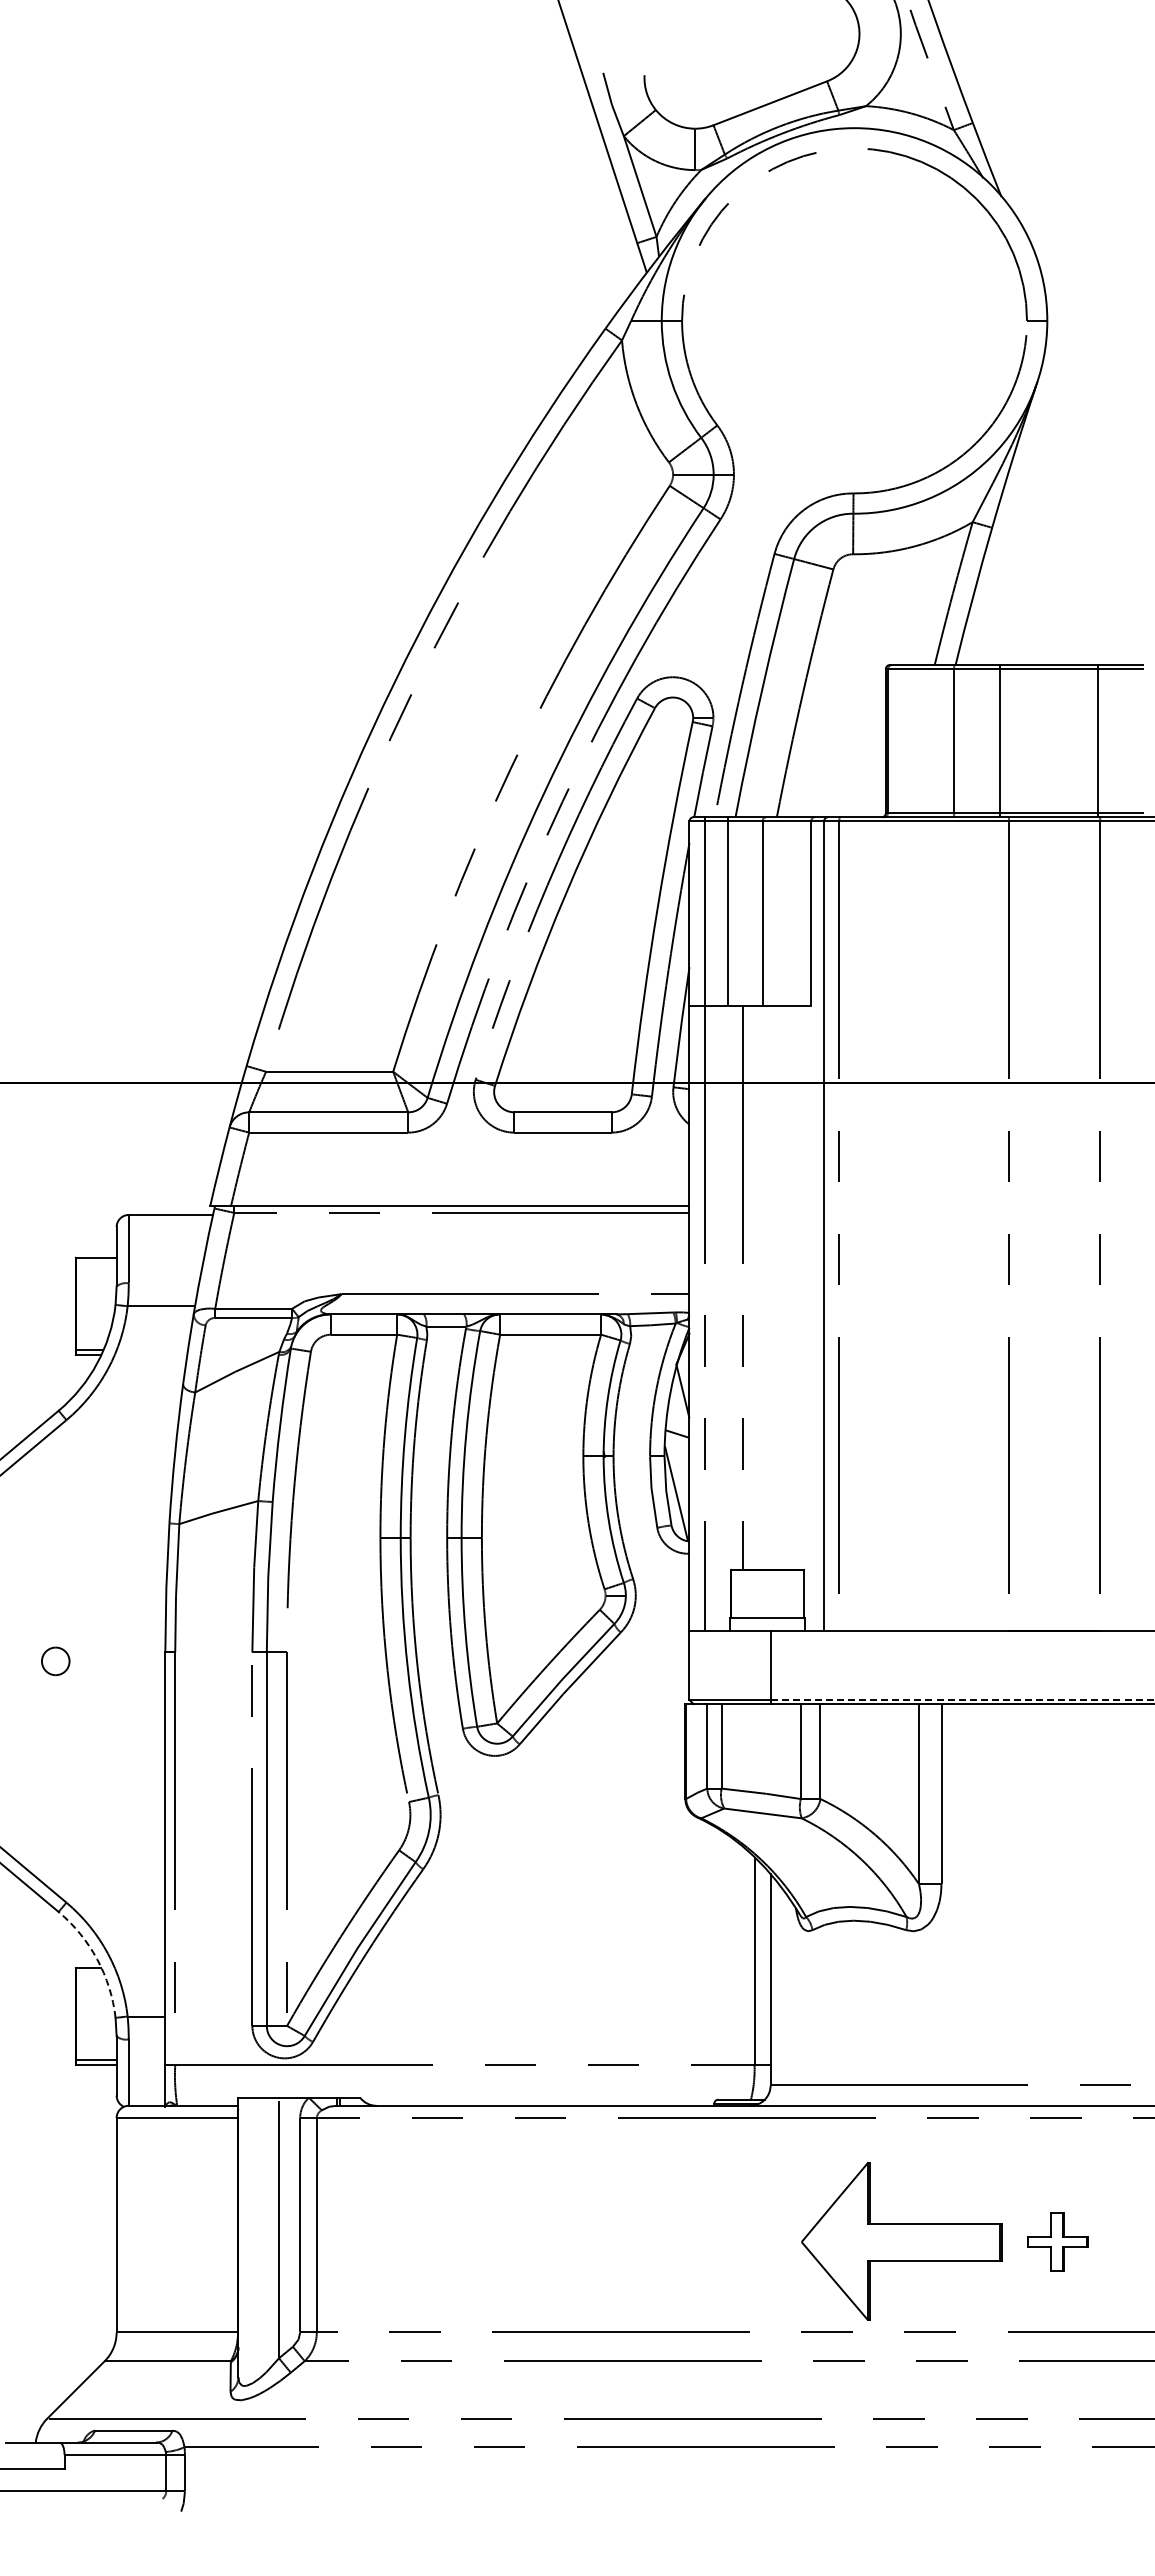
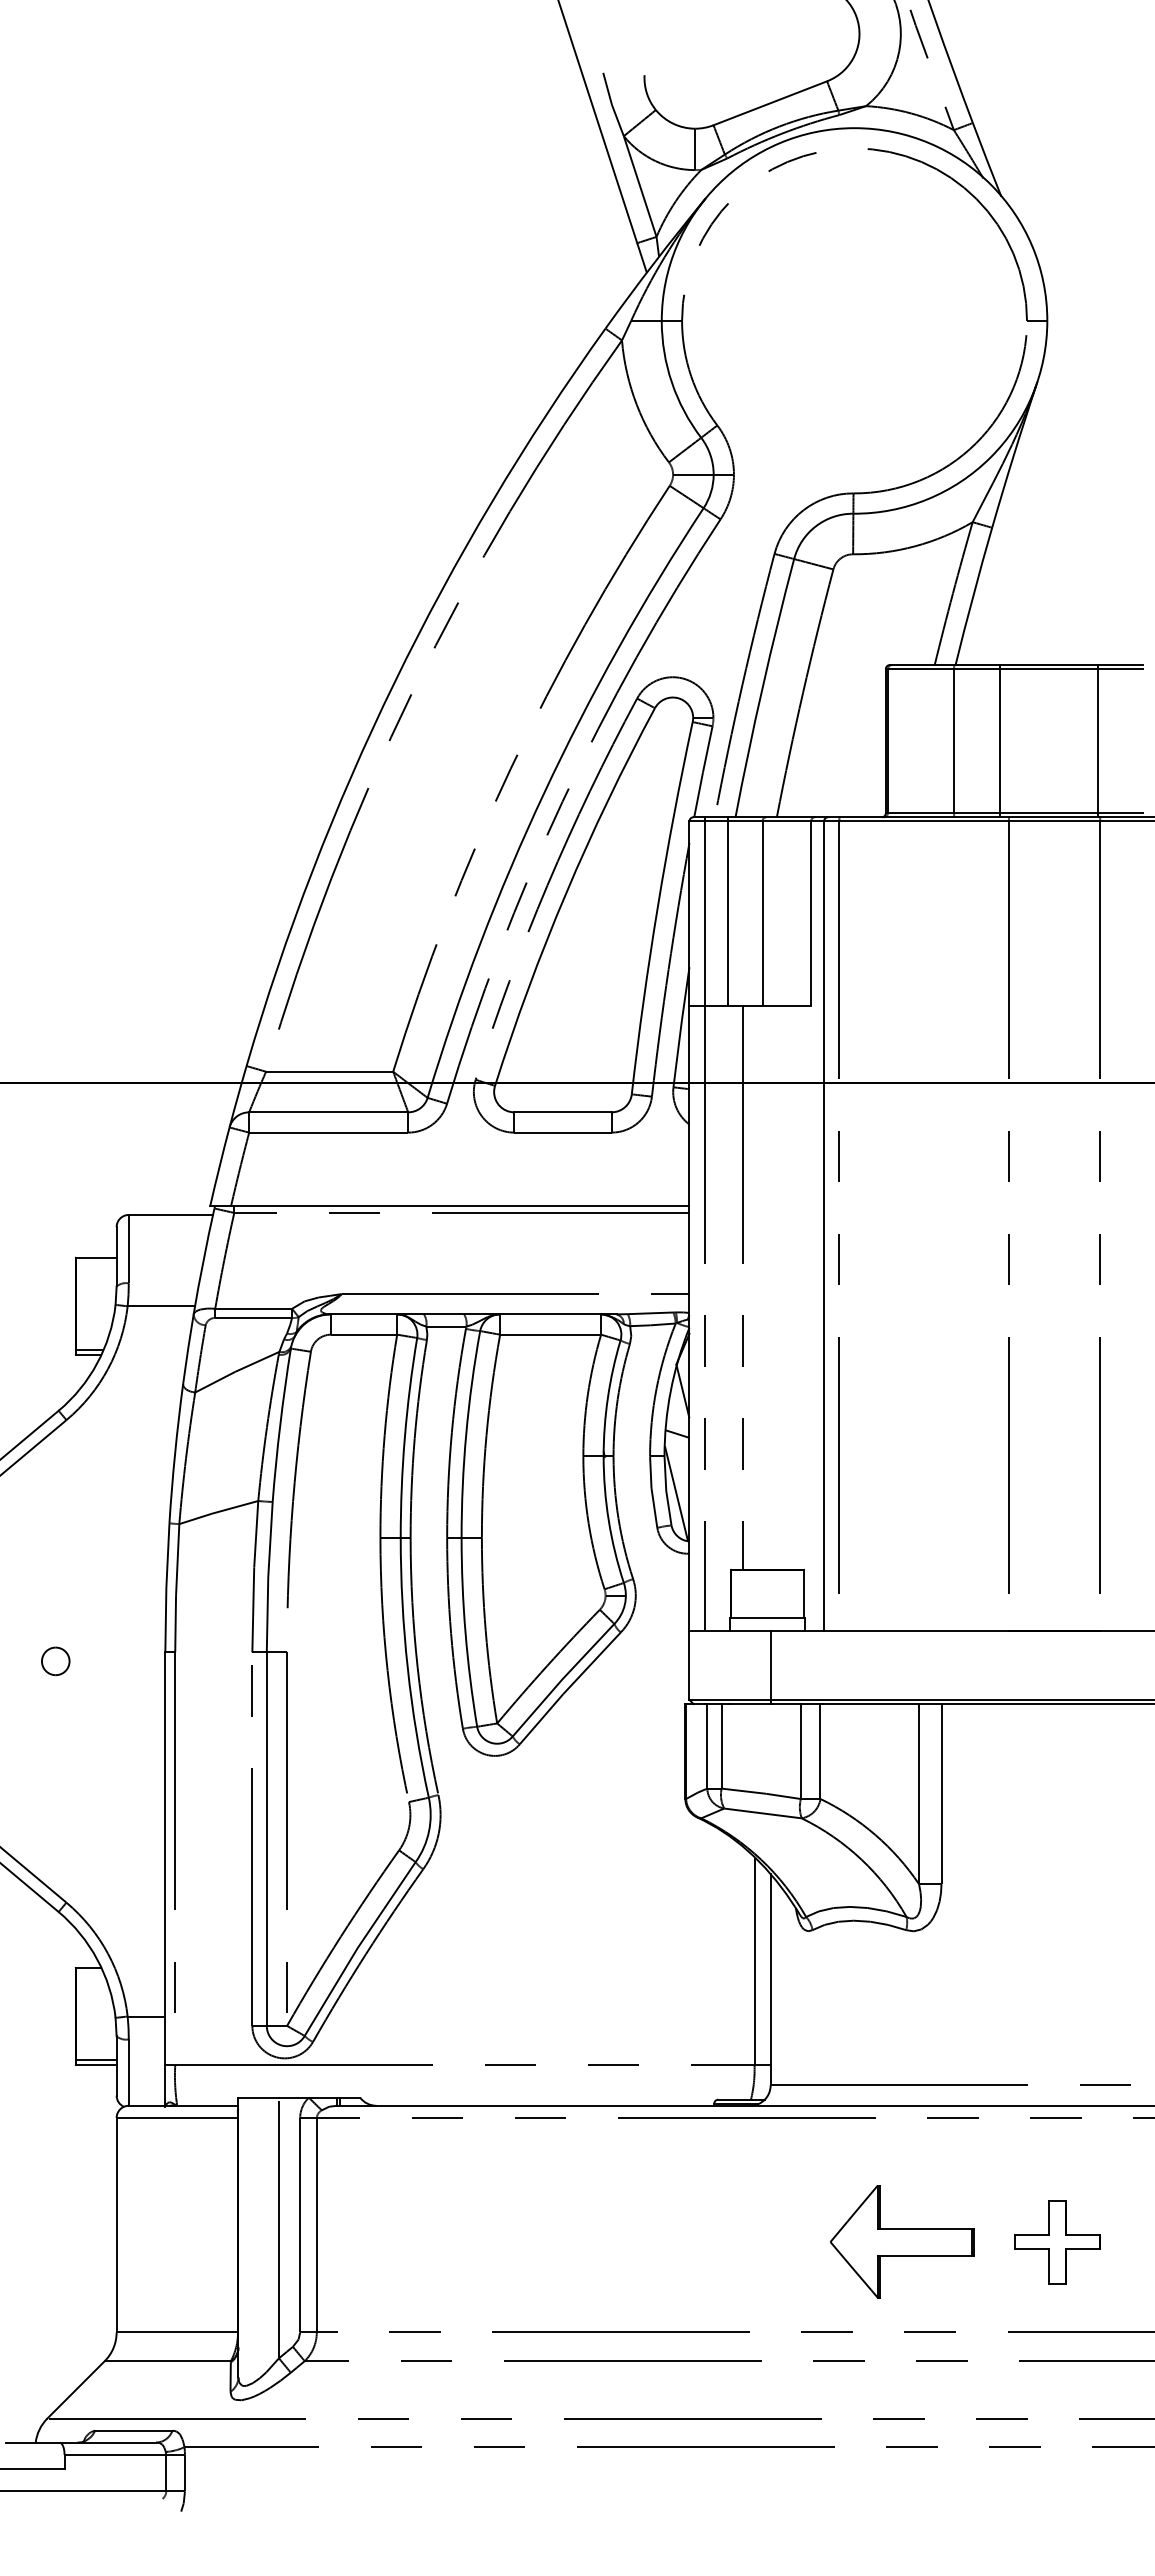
line at (962, 1699): dashed -> solid
arc at (97, 1959): dashed -> solid
part at (901, 2241) size: 202x159 px -> 145x114 px
part at (1057, 2241) size: 62x60 px -> 87x85 px
